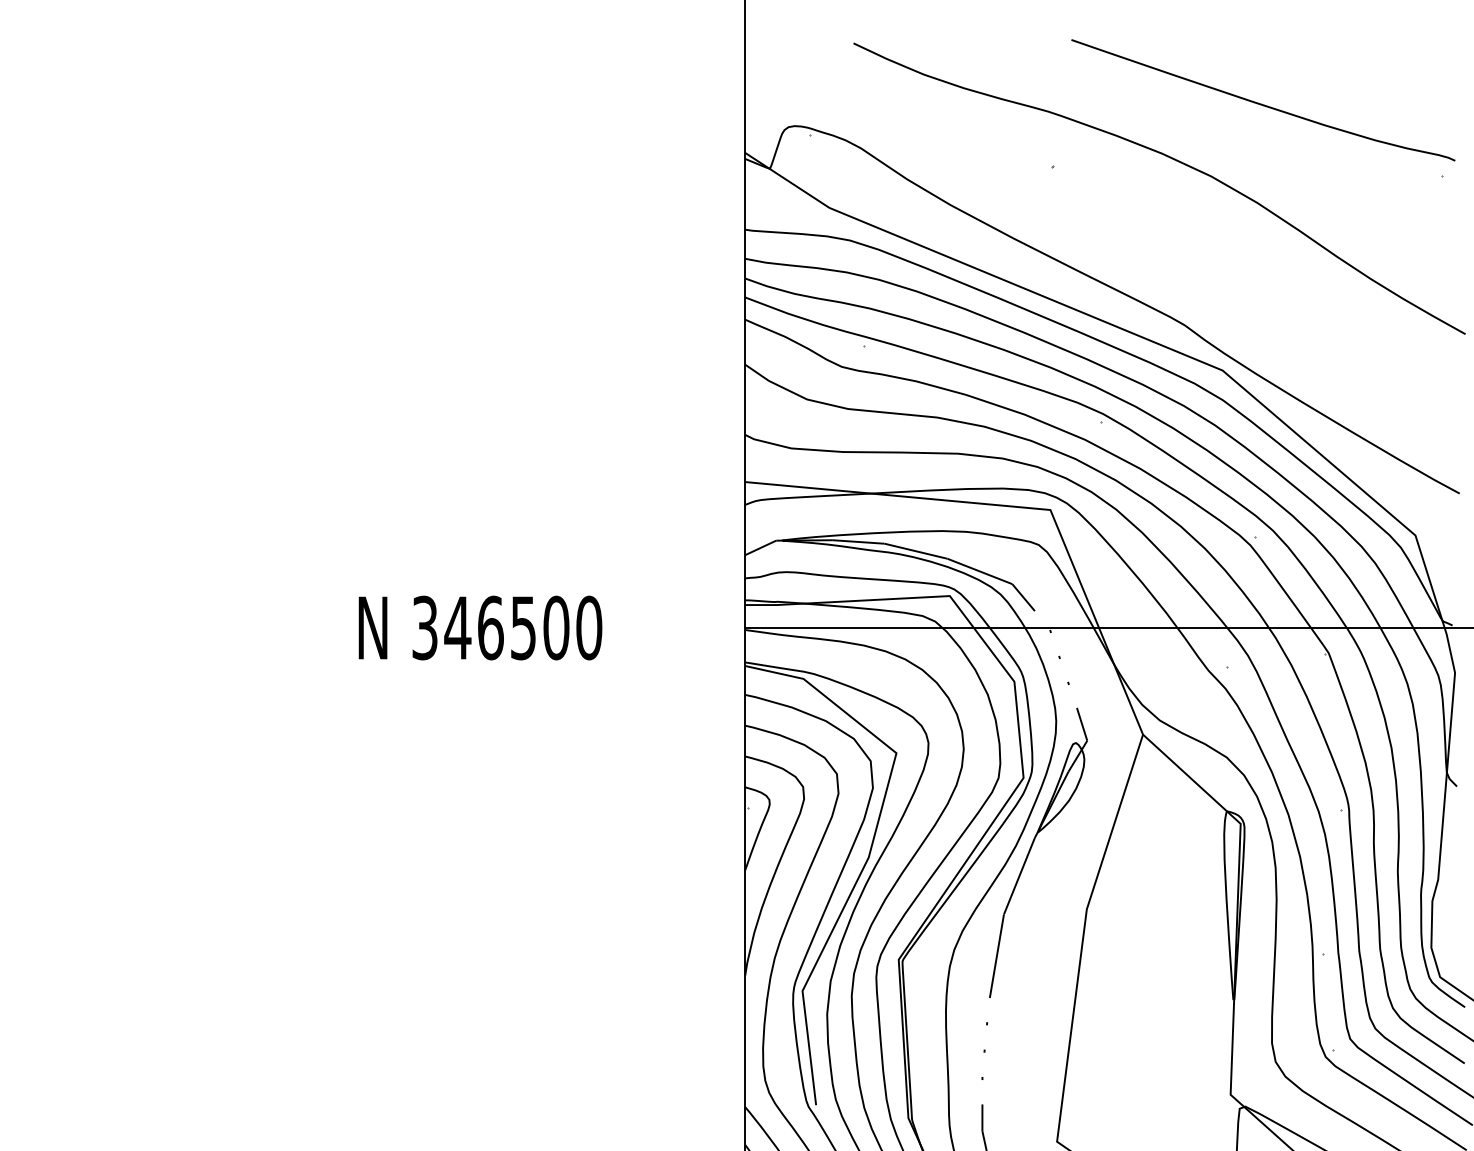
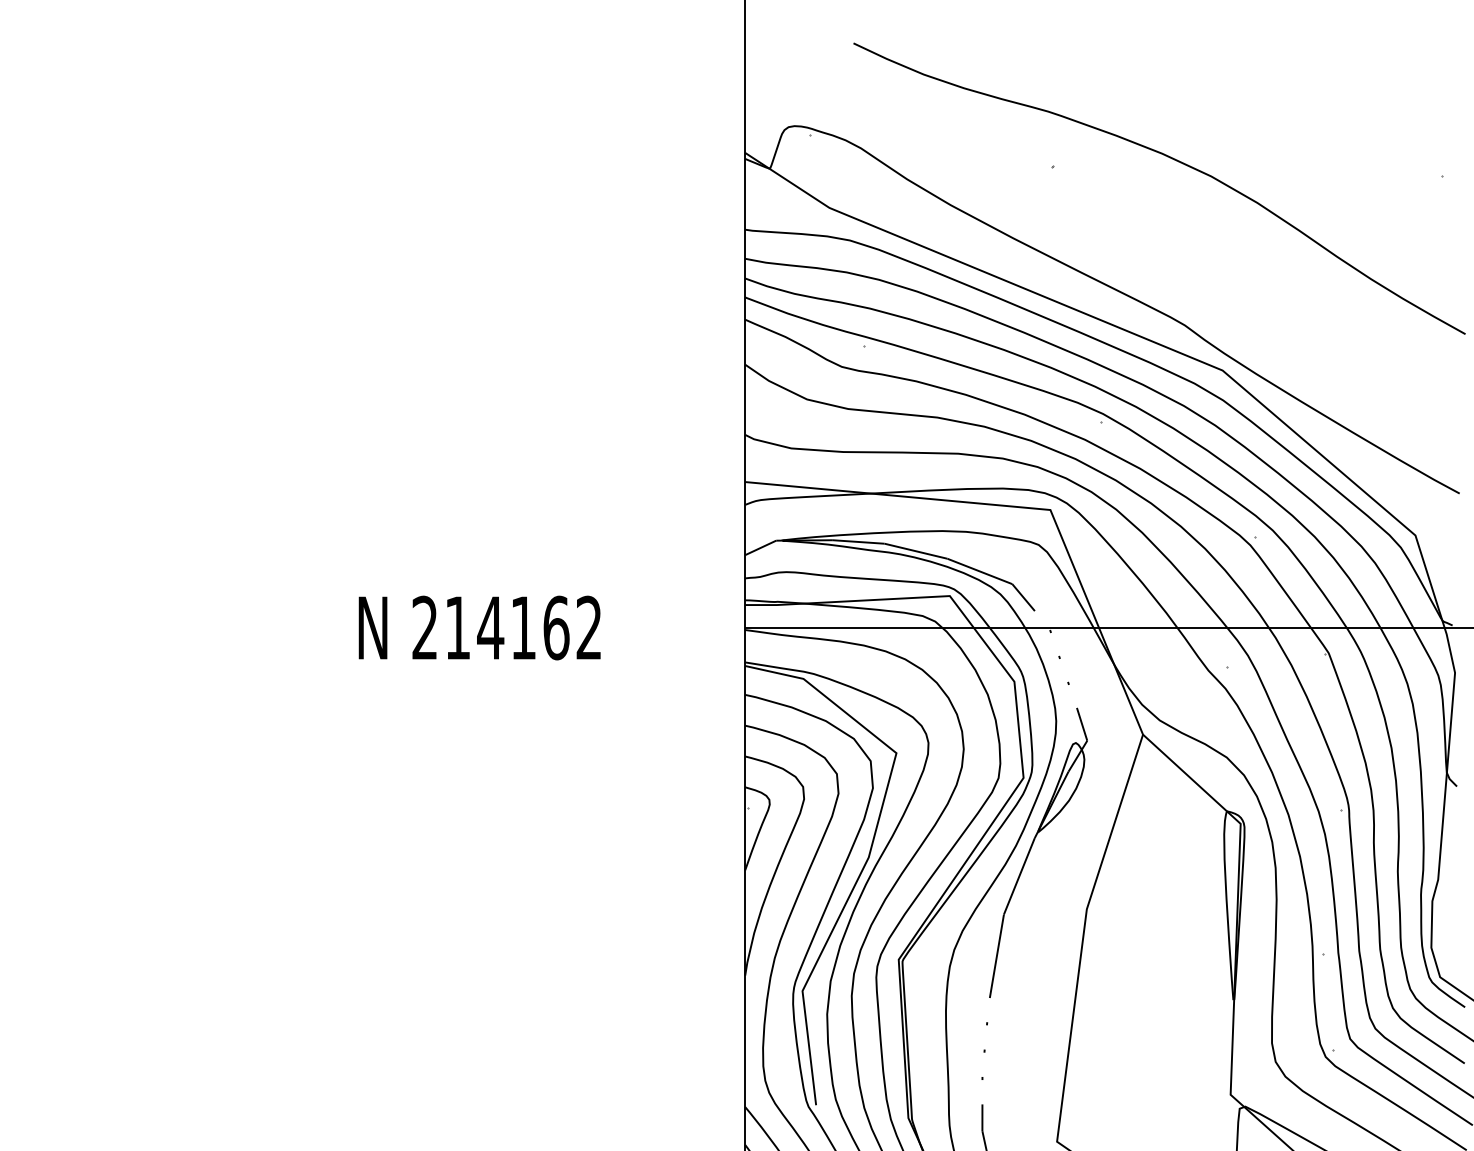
curve at (1261, 103): present -> none
text at (507, 627): 346500 -> 214162
